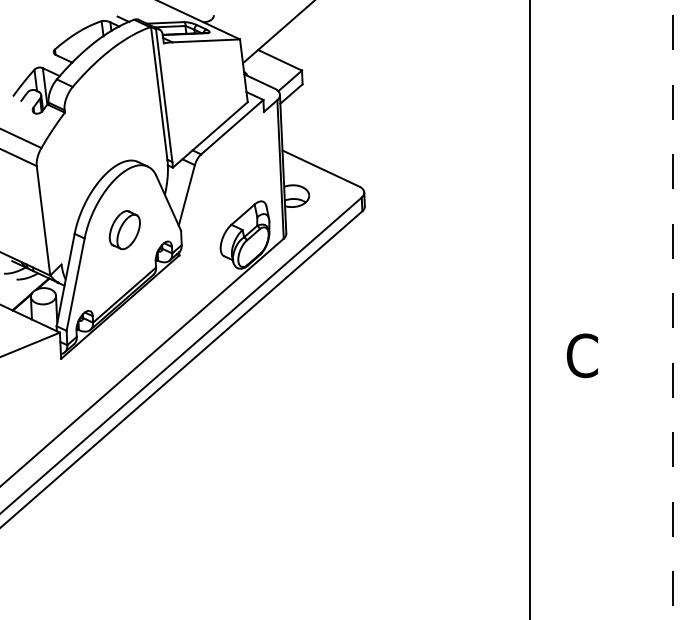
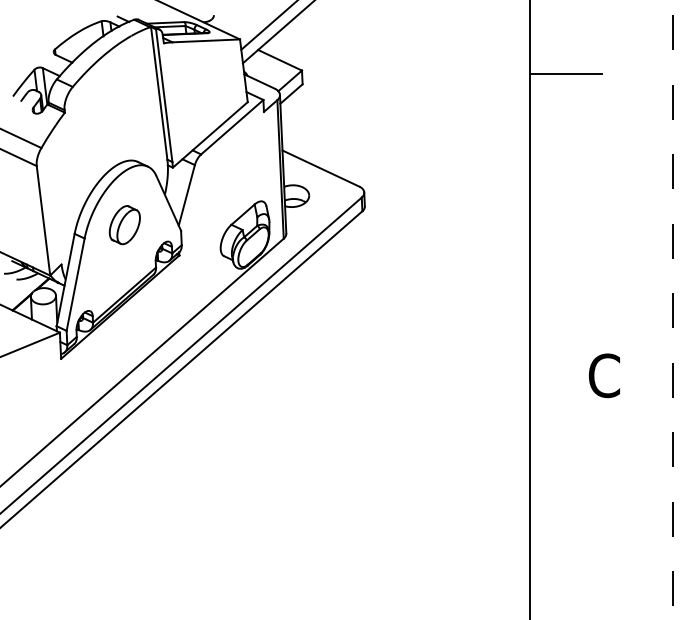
line at (268, 25): none -> present
line at (566, 74): none -> present
part at (124, 230) position: (124, 230) -> (124, 225)
text at (581, 355) position: (581, 355) -> (603, 375)
